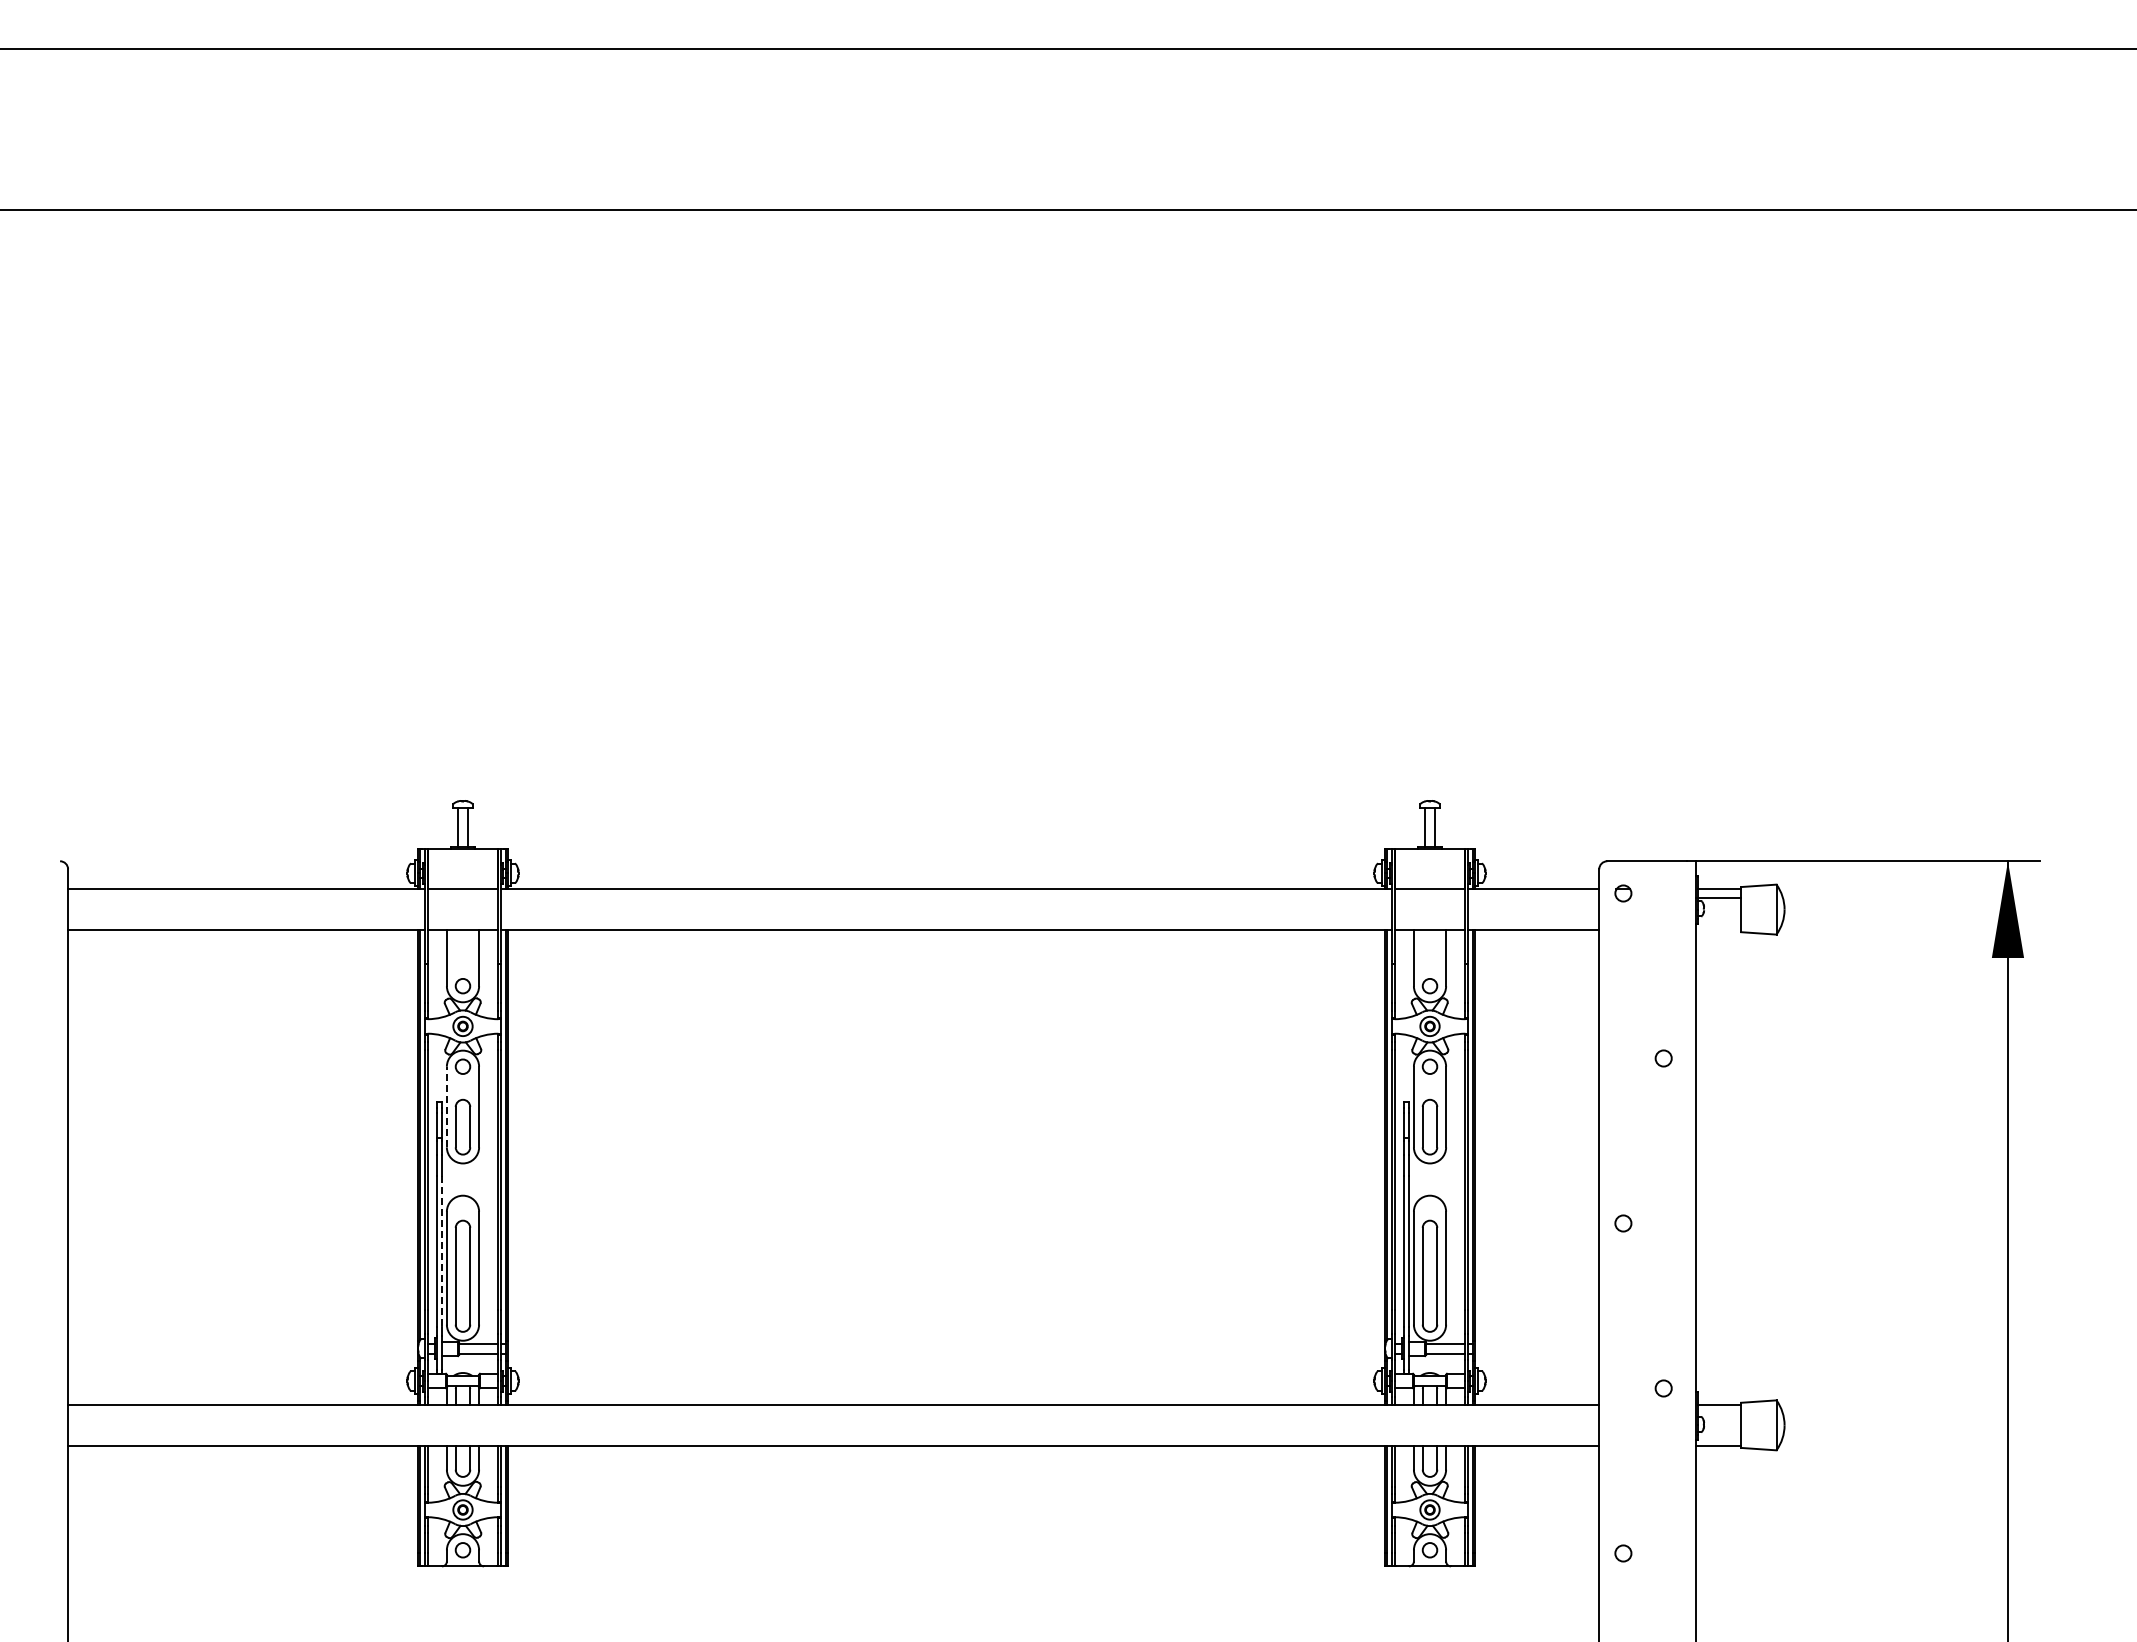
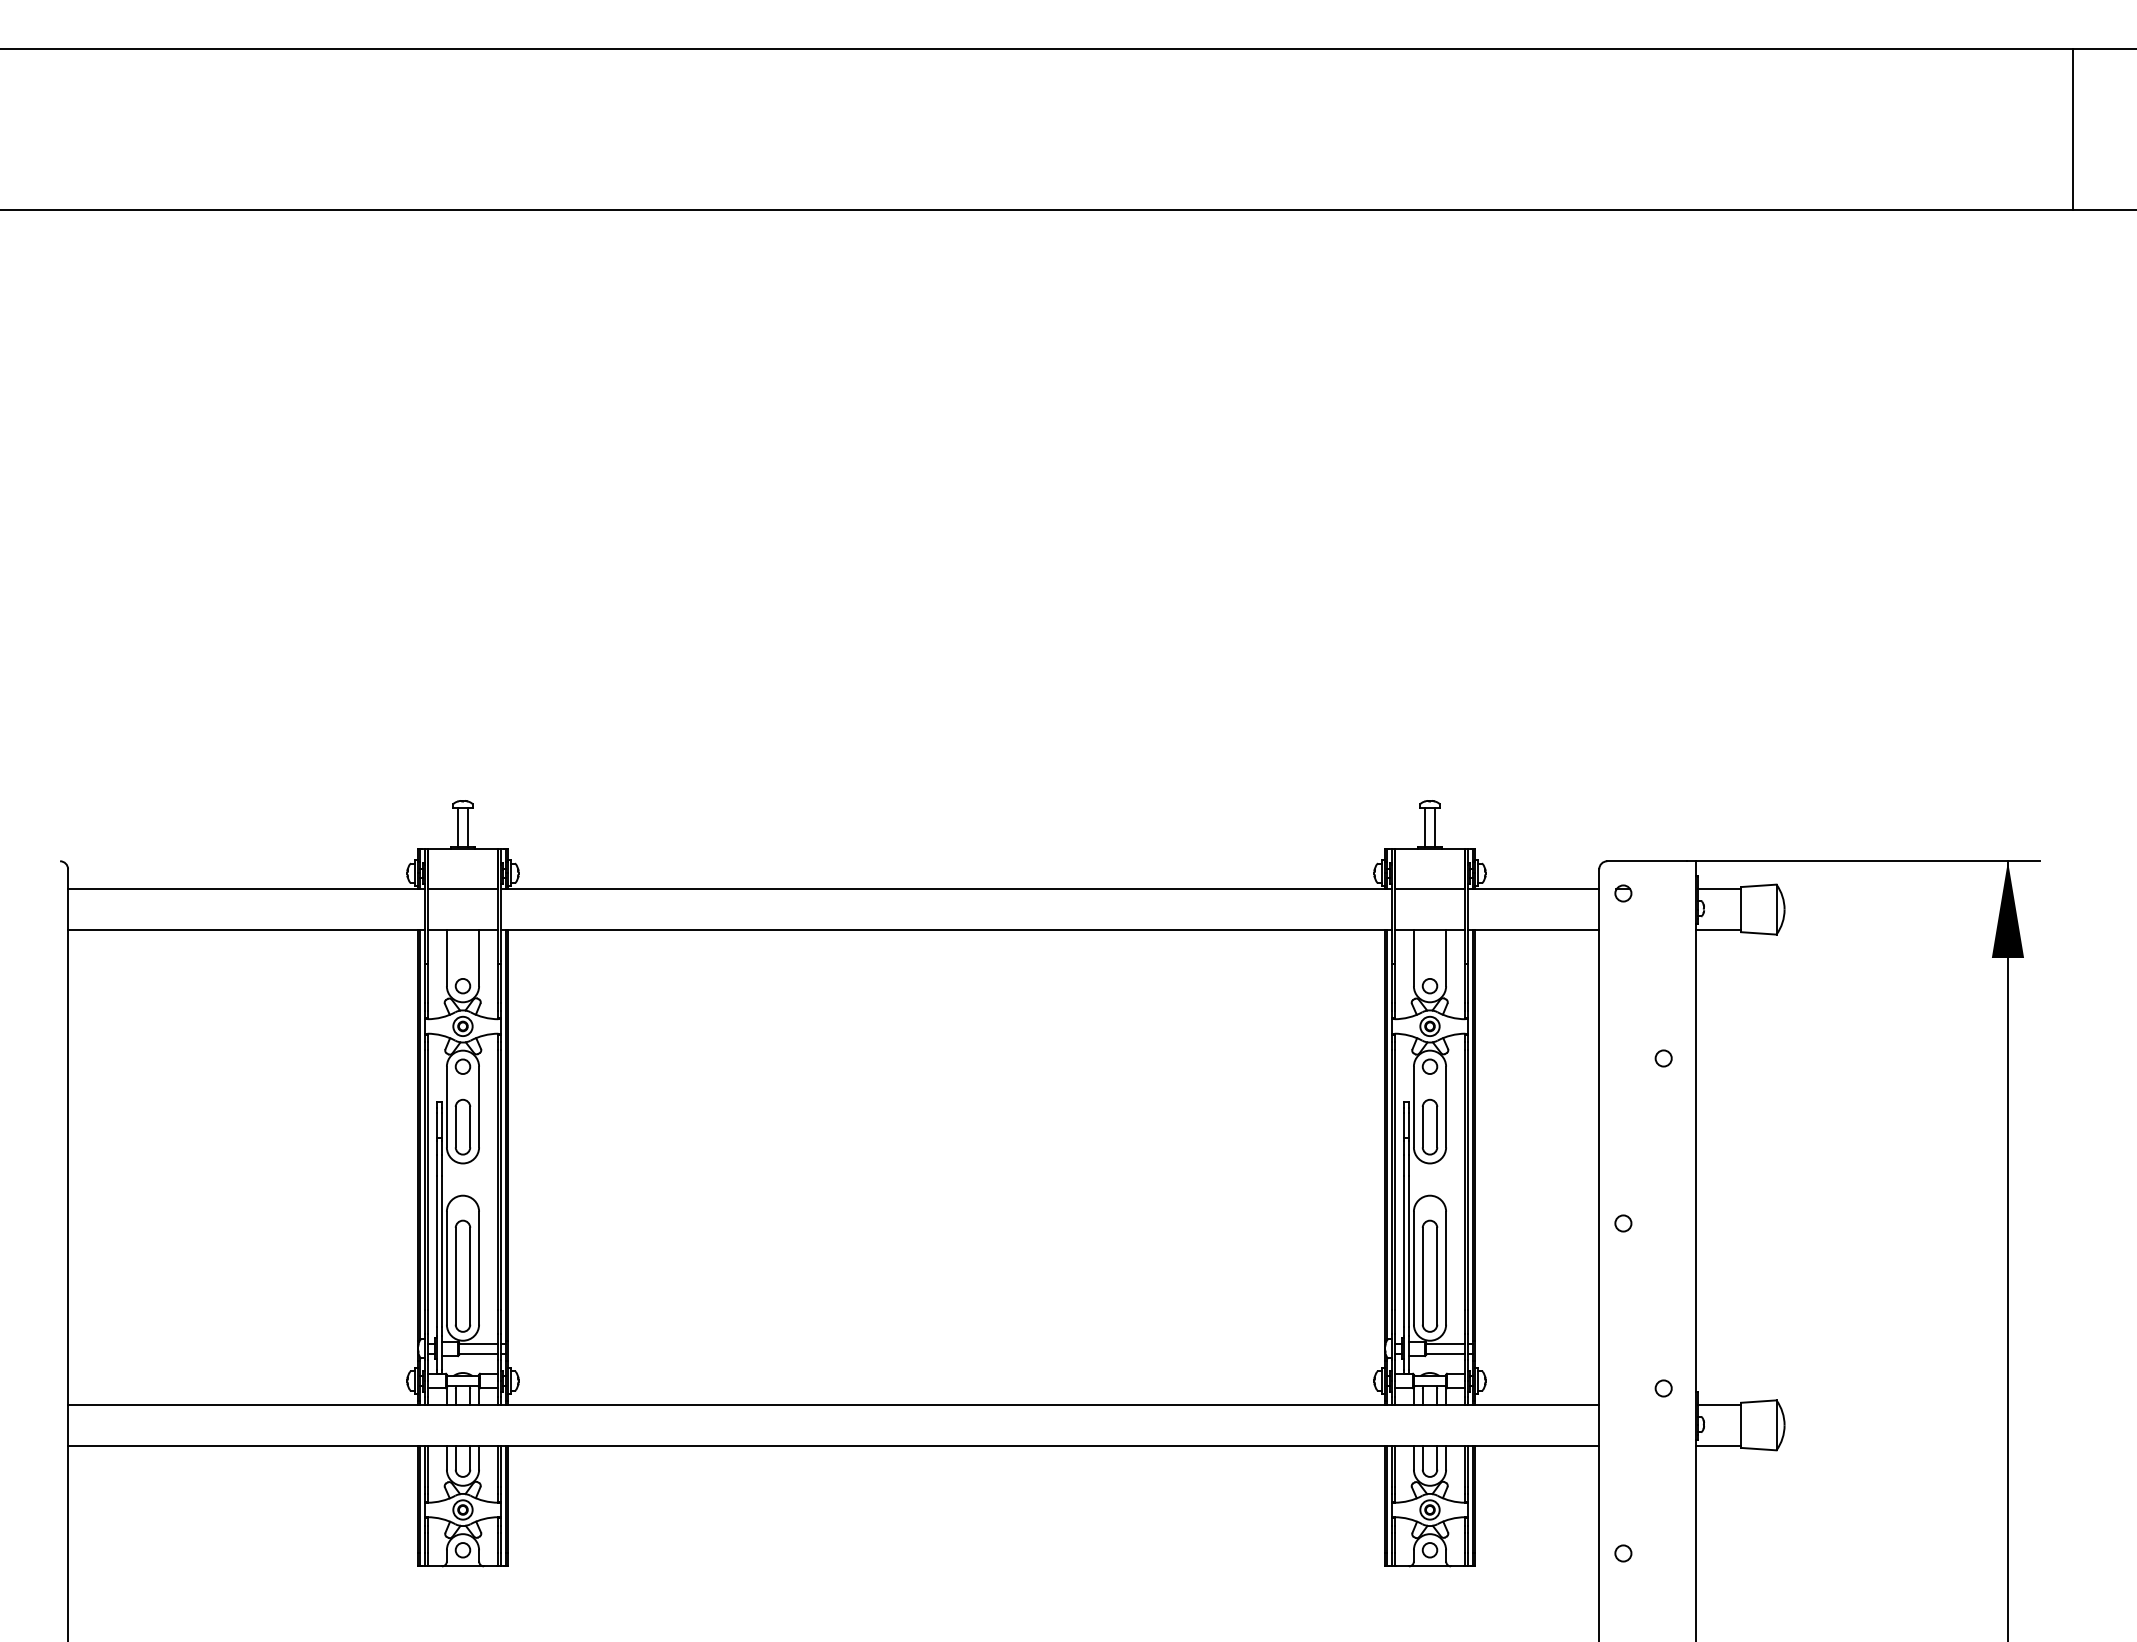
line at (2072, 129): none -> present
line at (1718, 897) position: (1718, 897) -> (1718, 929)
line at (446, 1106): dashed -> solid
line at (442, 1251): dashed -> solid
